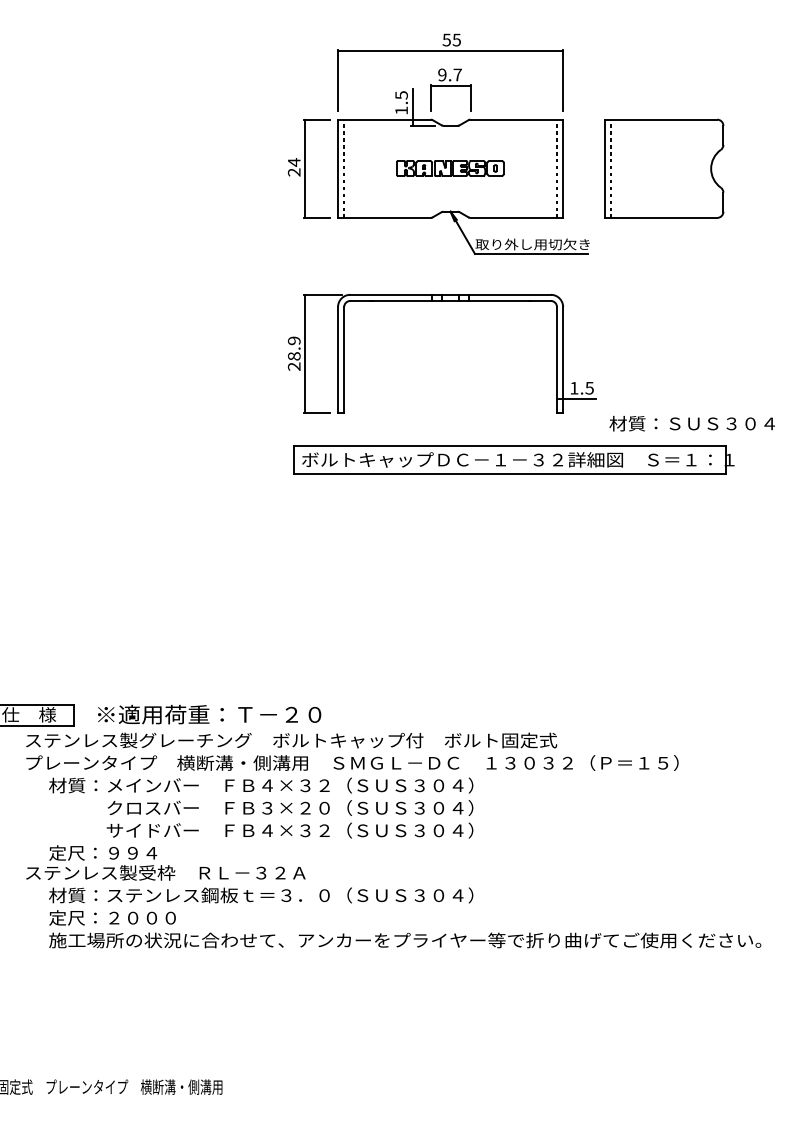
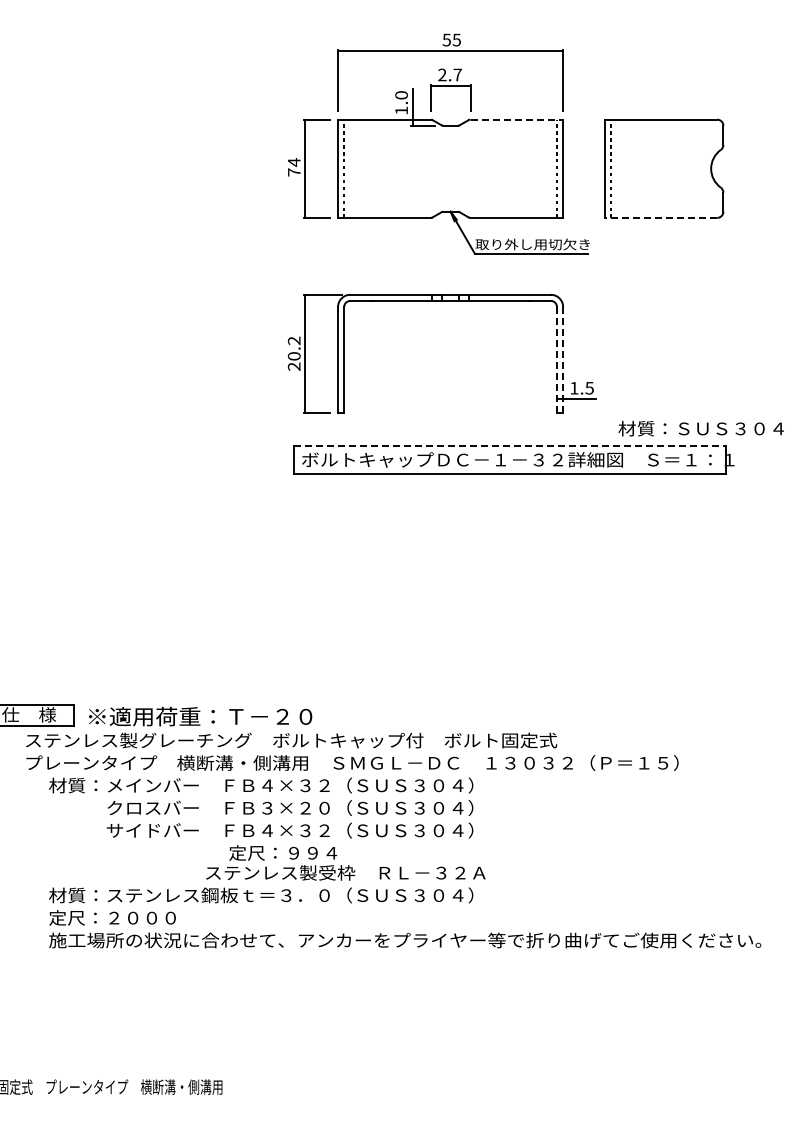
text at (442, 75): 9.7 -> 2.7
text at (401, 95): 1.5 -> 1.0
line at (517, 119): solid -> dashed
part at (450, 168): present -> none
text at (293, 172): 24 -> 74
line at (660, 217): solid -> dashed
text at (294, 348): 28.9 -> 20.2
line at (557, 360): solid -> dashed
line at (563, 360): solid -> dashed
text at (691, 423) position: (691, 423) -> (700, 428)
line at (510, 445): solid -> dashed
text at (209, 714) position: (209, 714) -> (200, 716)
text at (165, 862) position: (165, 862) -> (345, 862)
